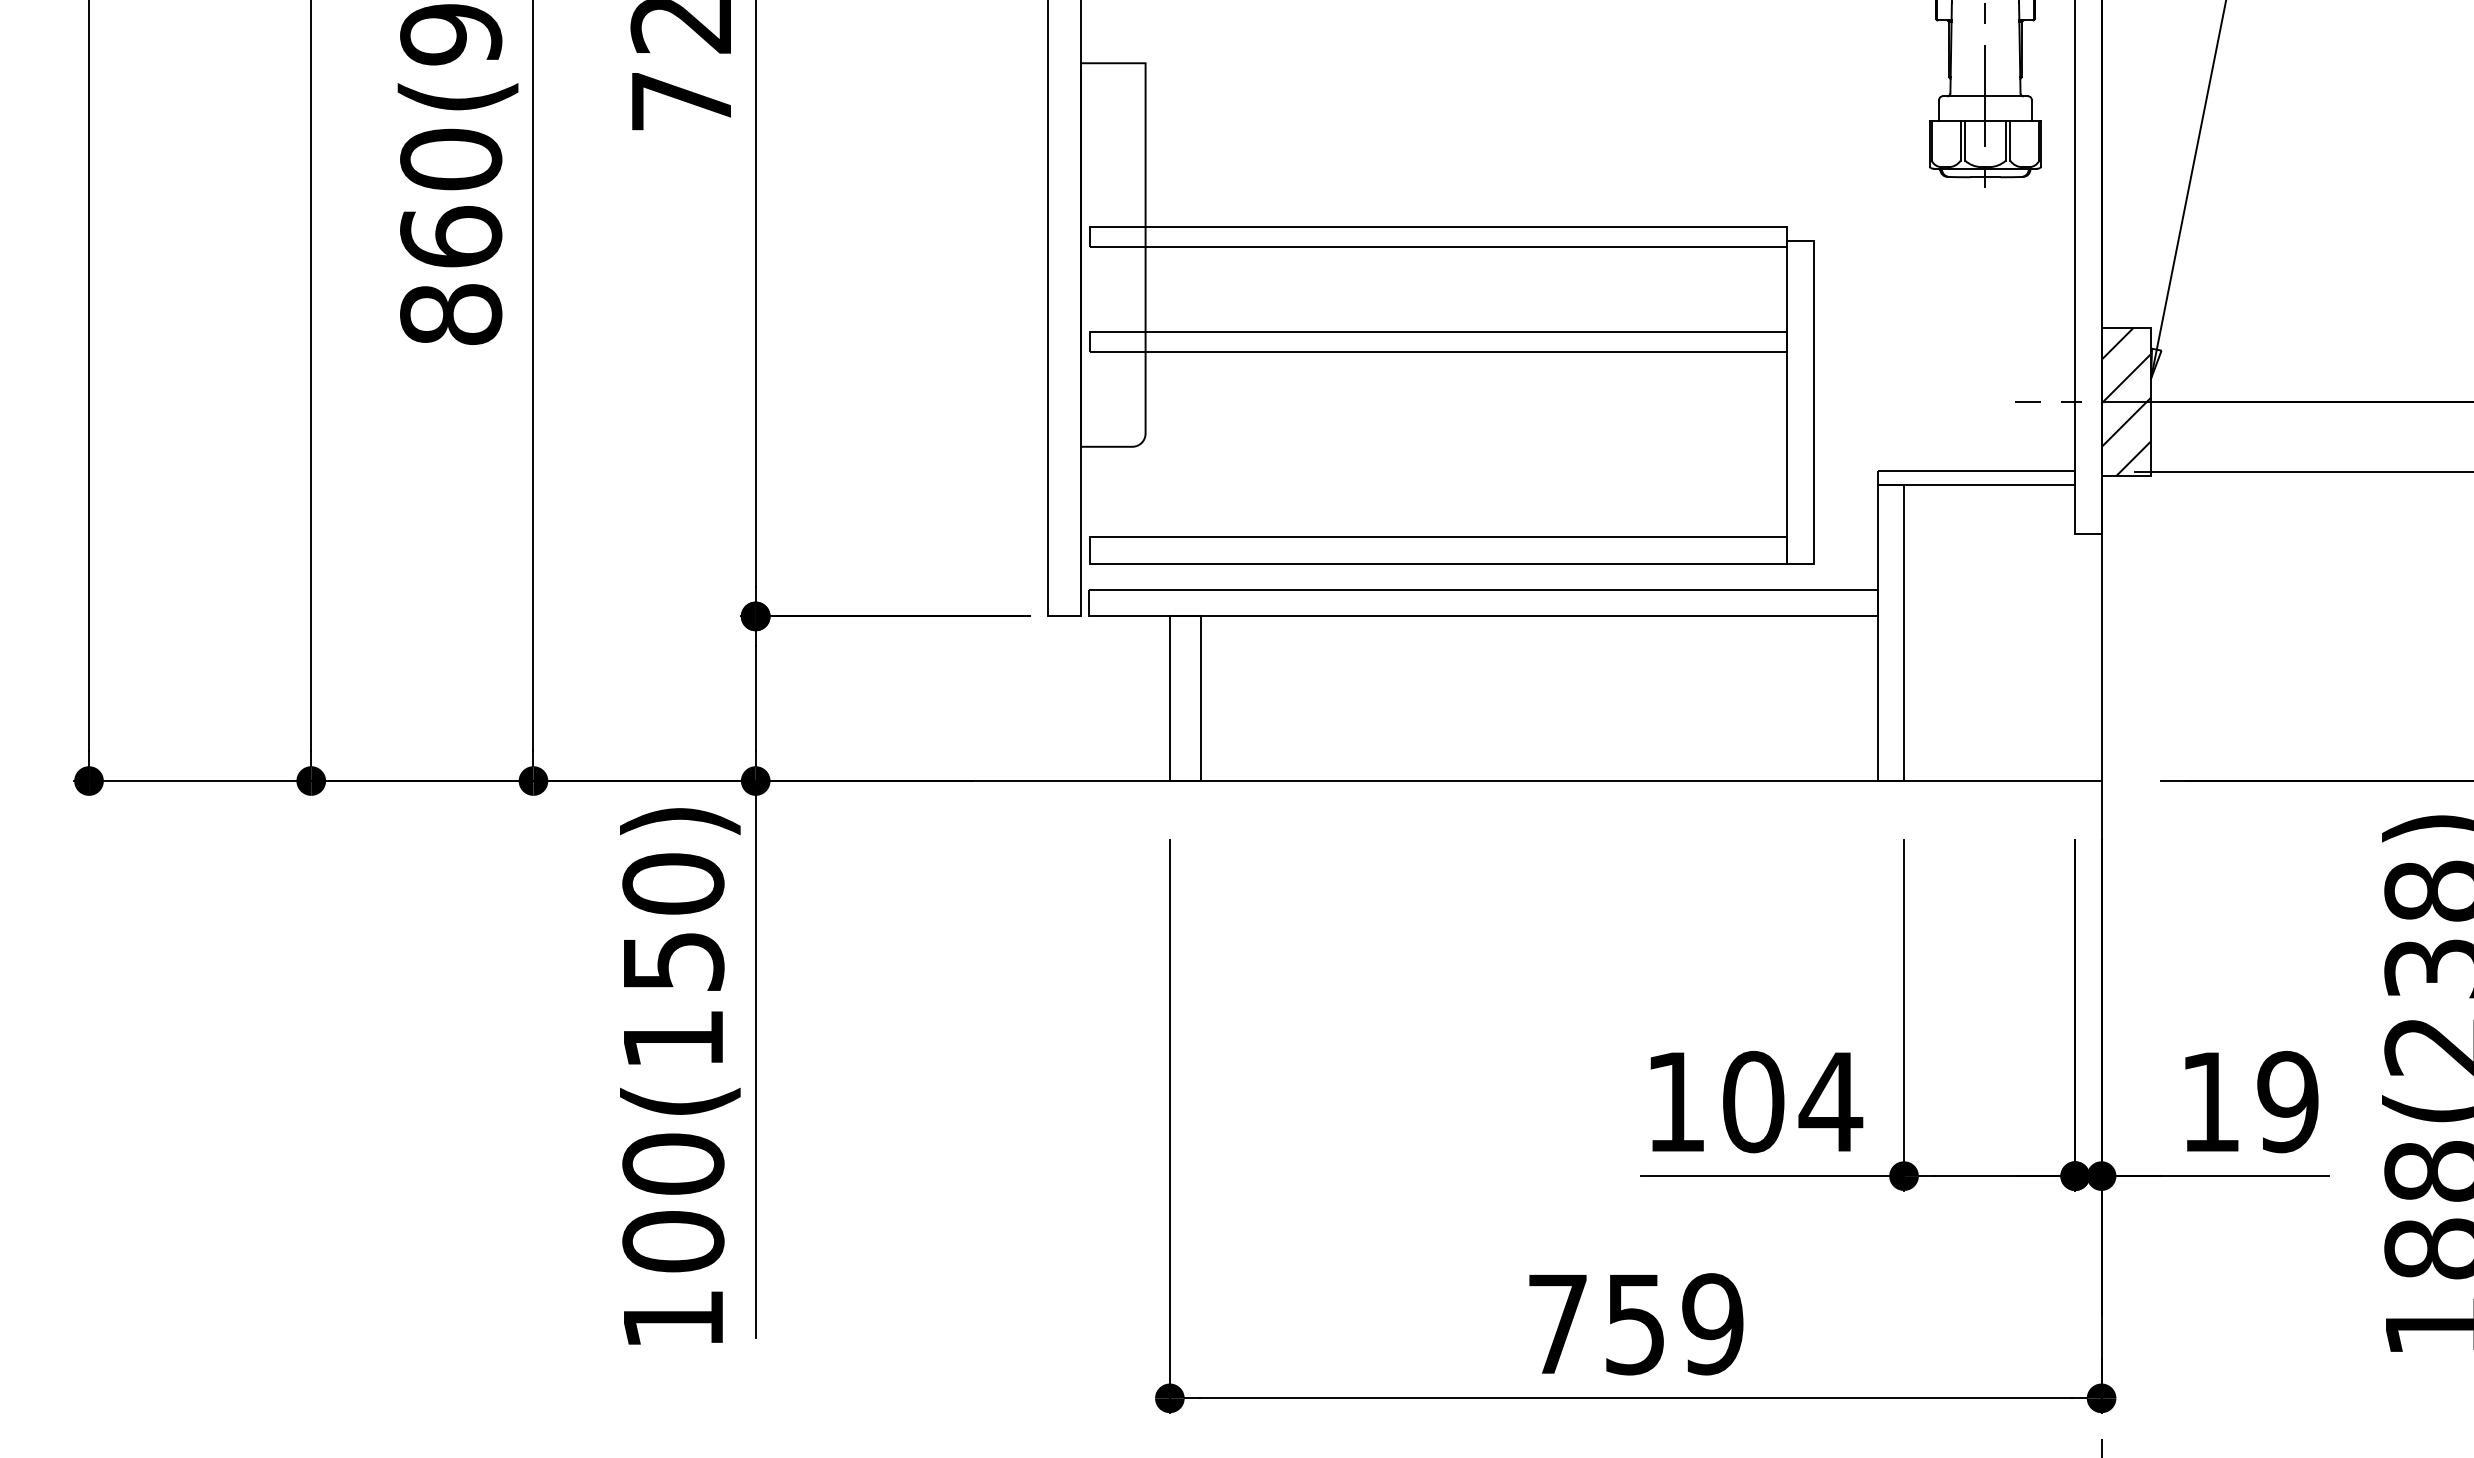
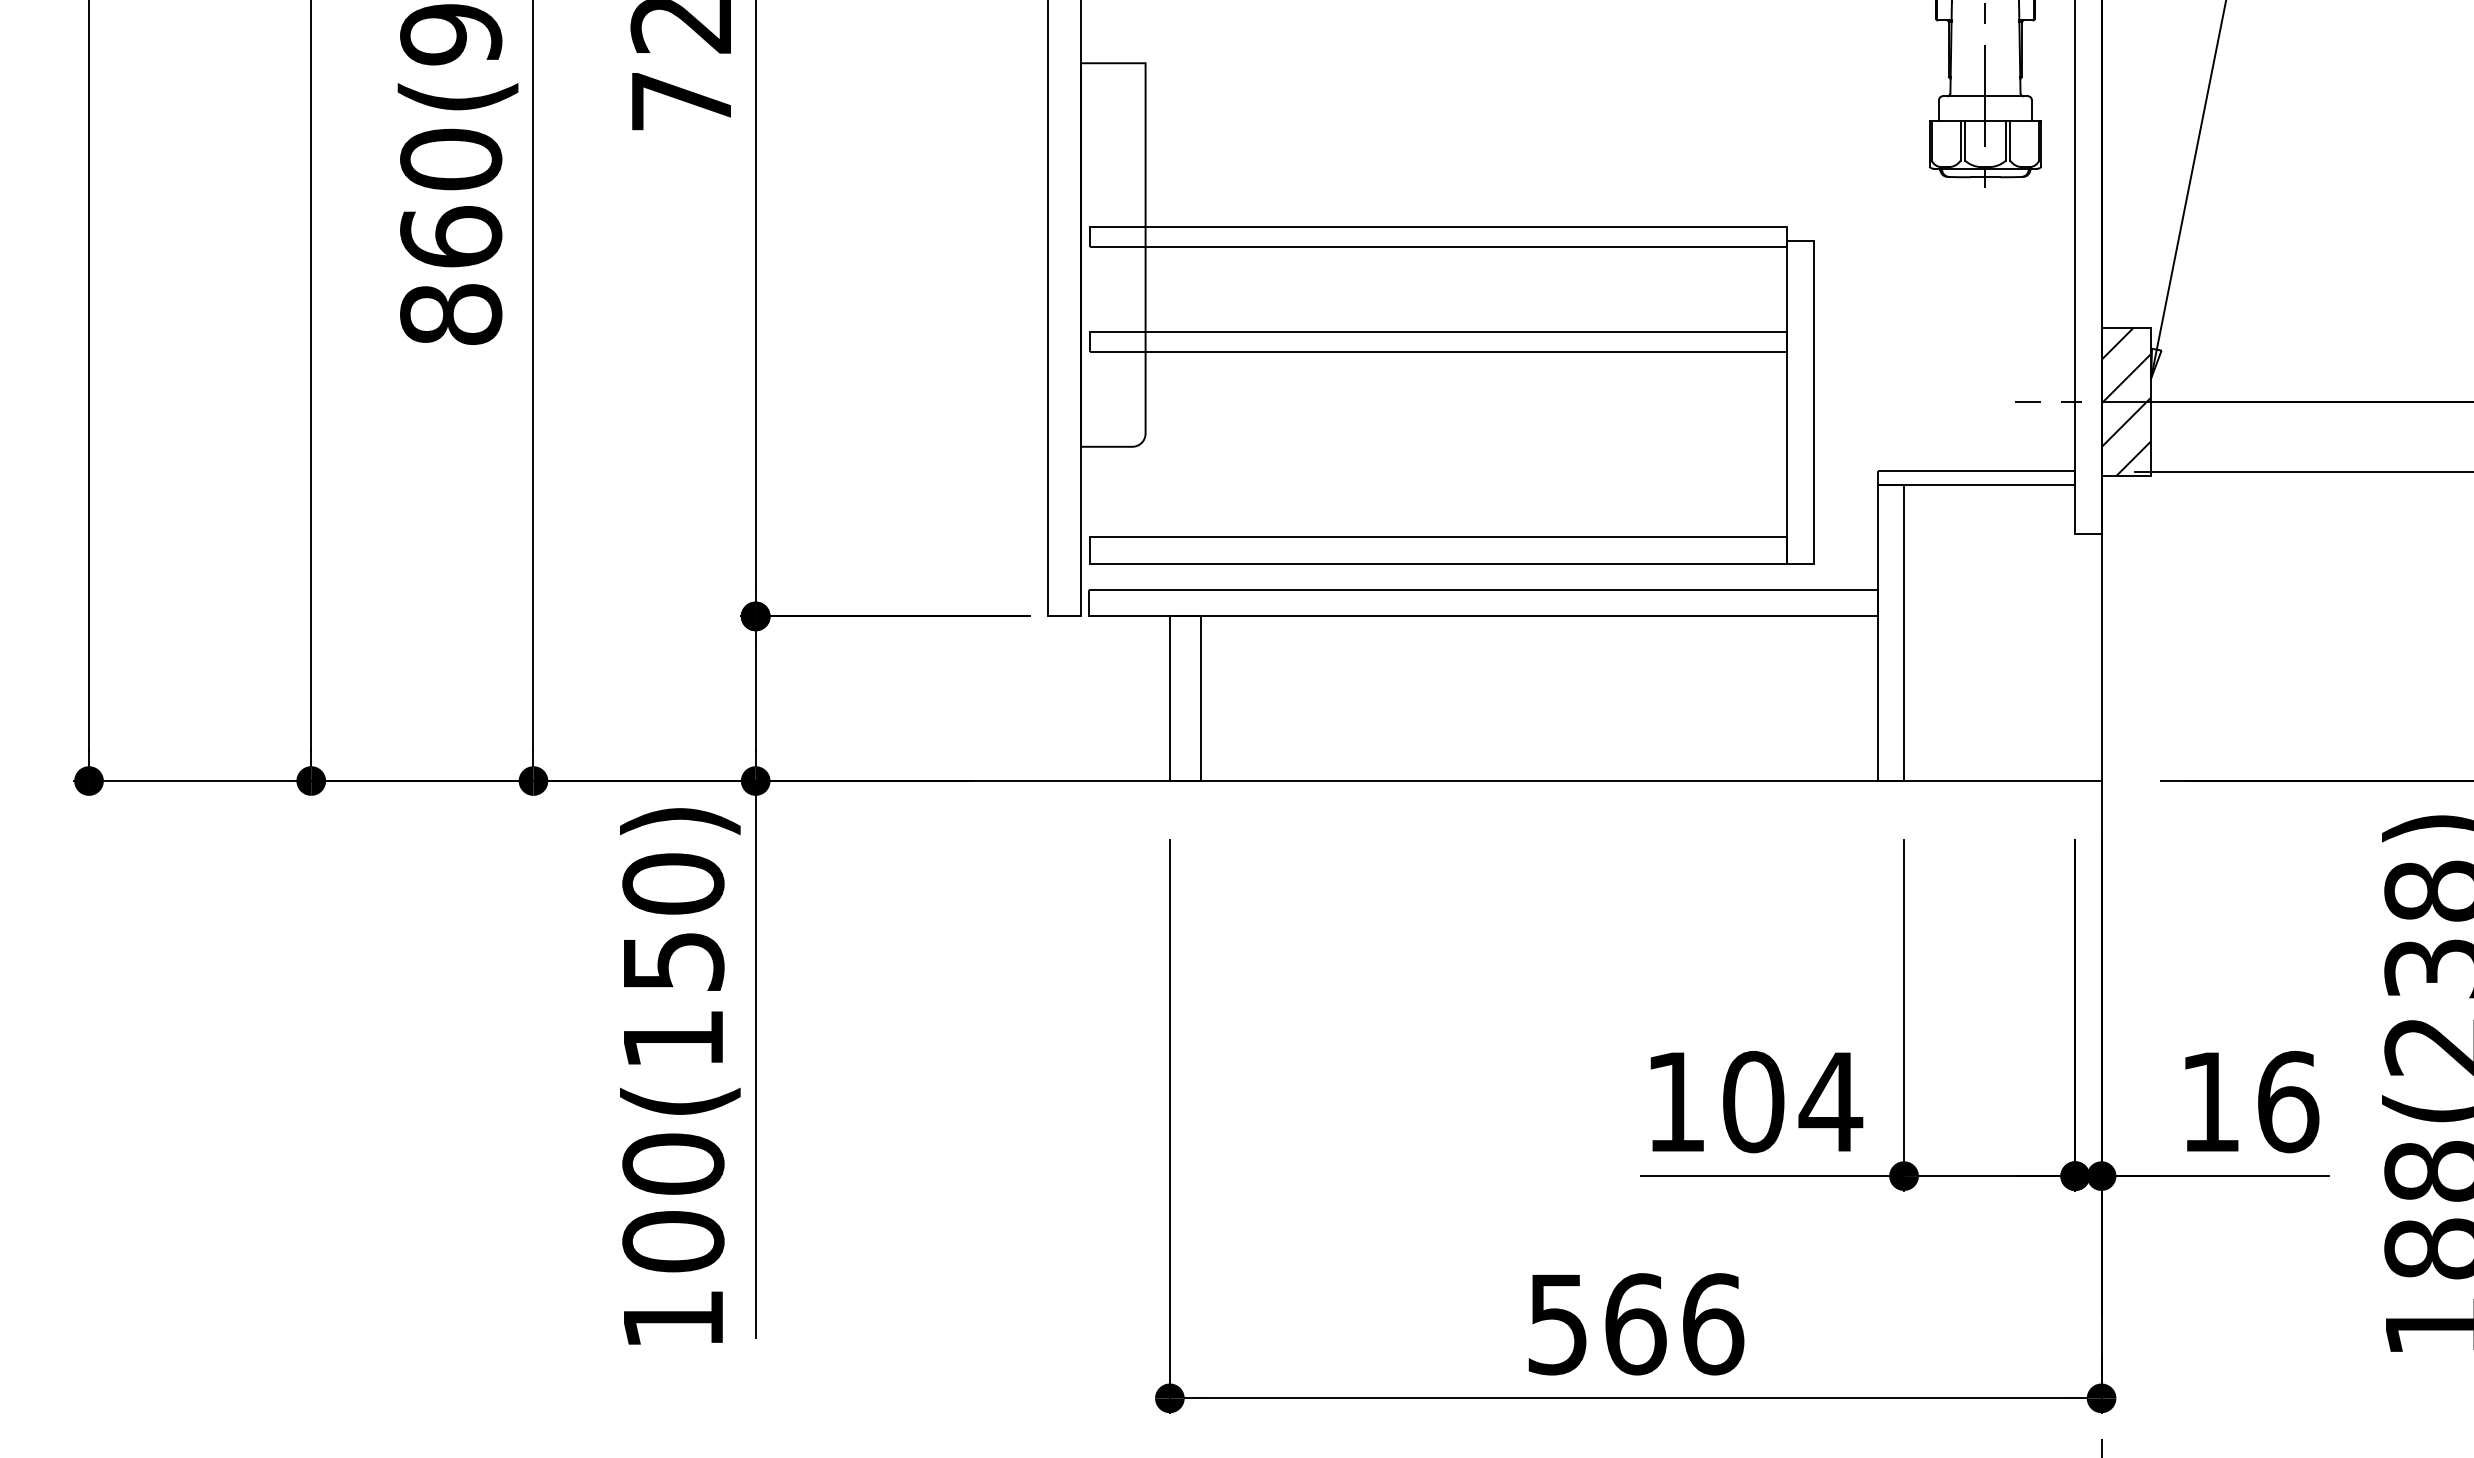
text at (2288, 1101): 19 -> 16
text at (1636, 1324): 759 -> 566
